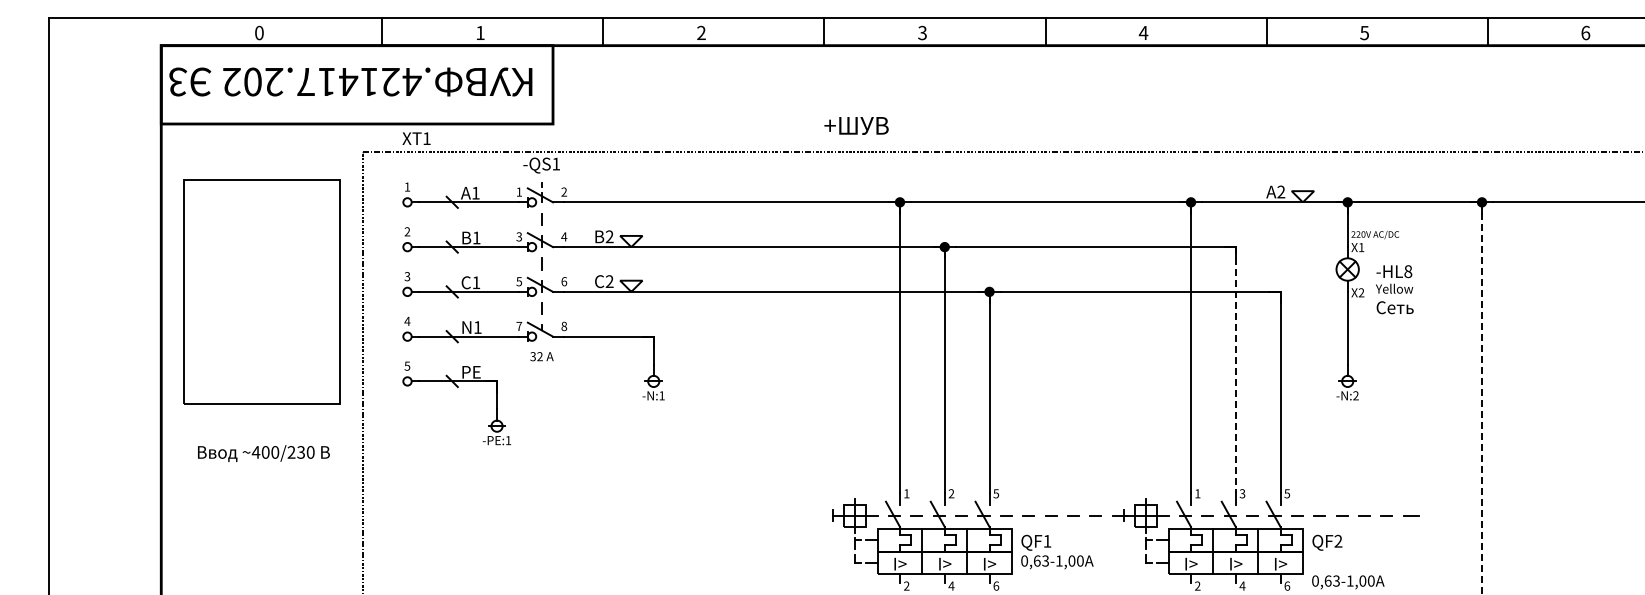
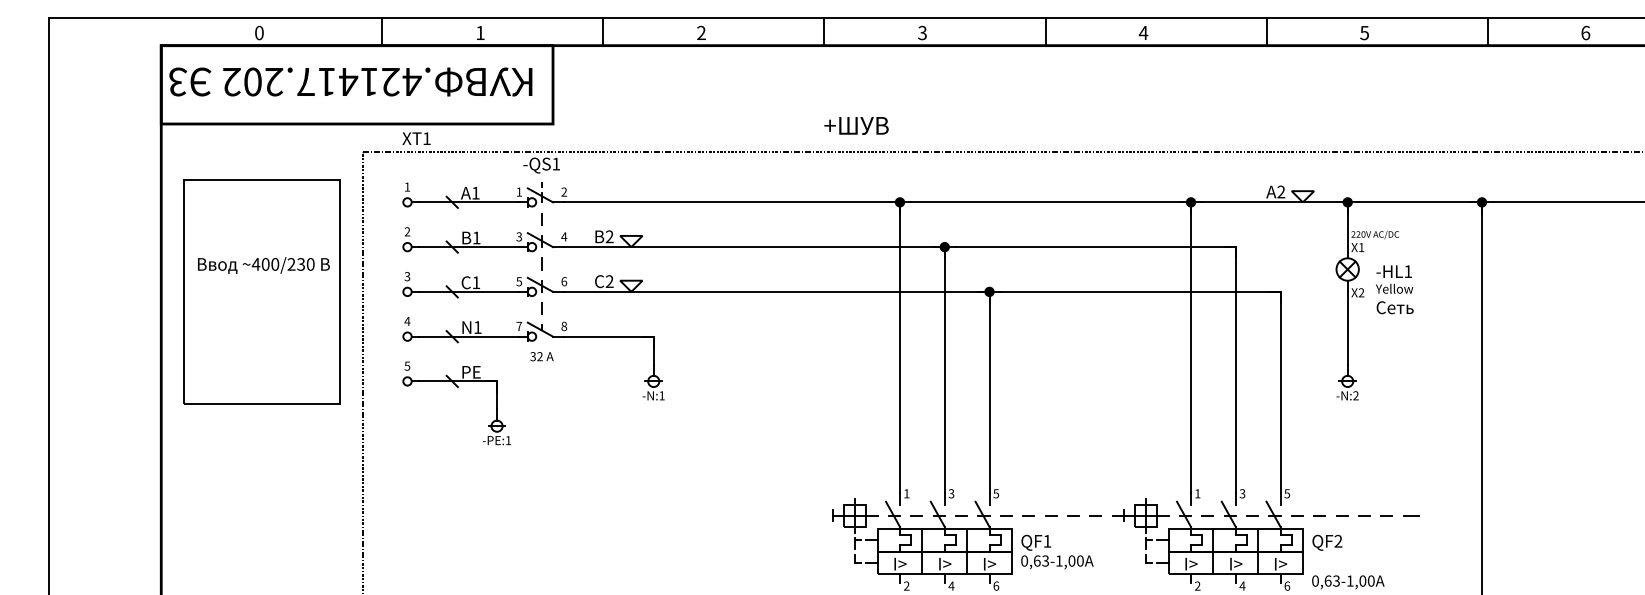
text at (1408, 271): -HL8 -> -HL1
line at (1235, 370): dashed -> solid
line at (1482, 399): dashed -> solid
text at (263, 453) position: (263, 453) -> (263, 265)
text at (951, 494): 2 -> 3
